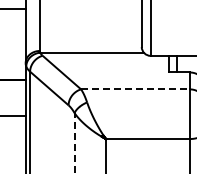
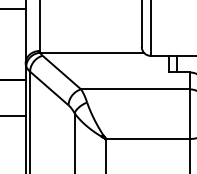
line at (136, 89): dashed -> solid
line at (74, 143): dashed -> solid
